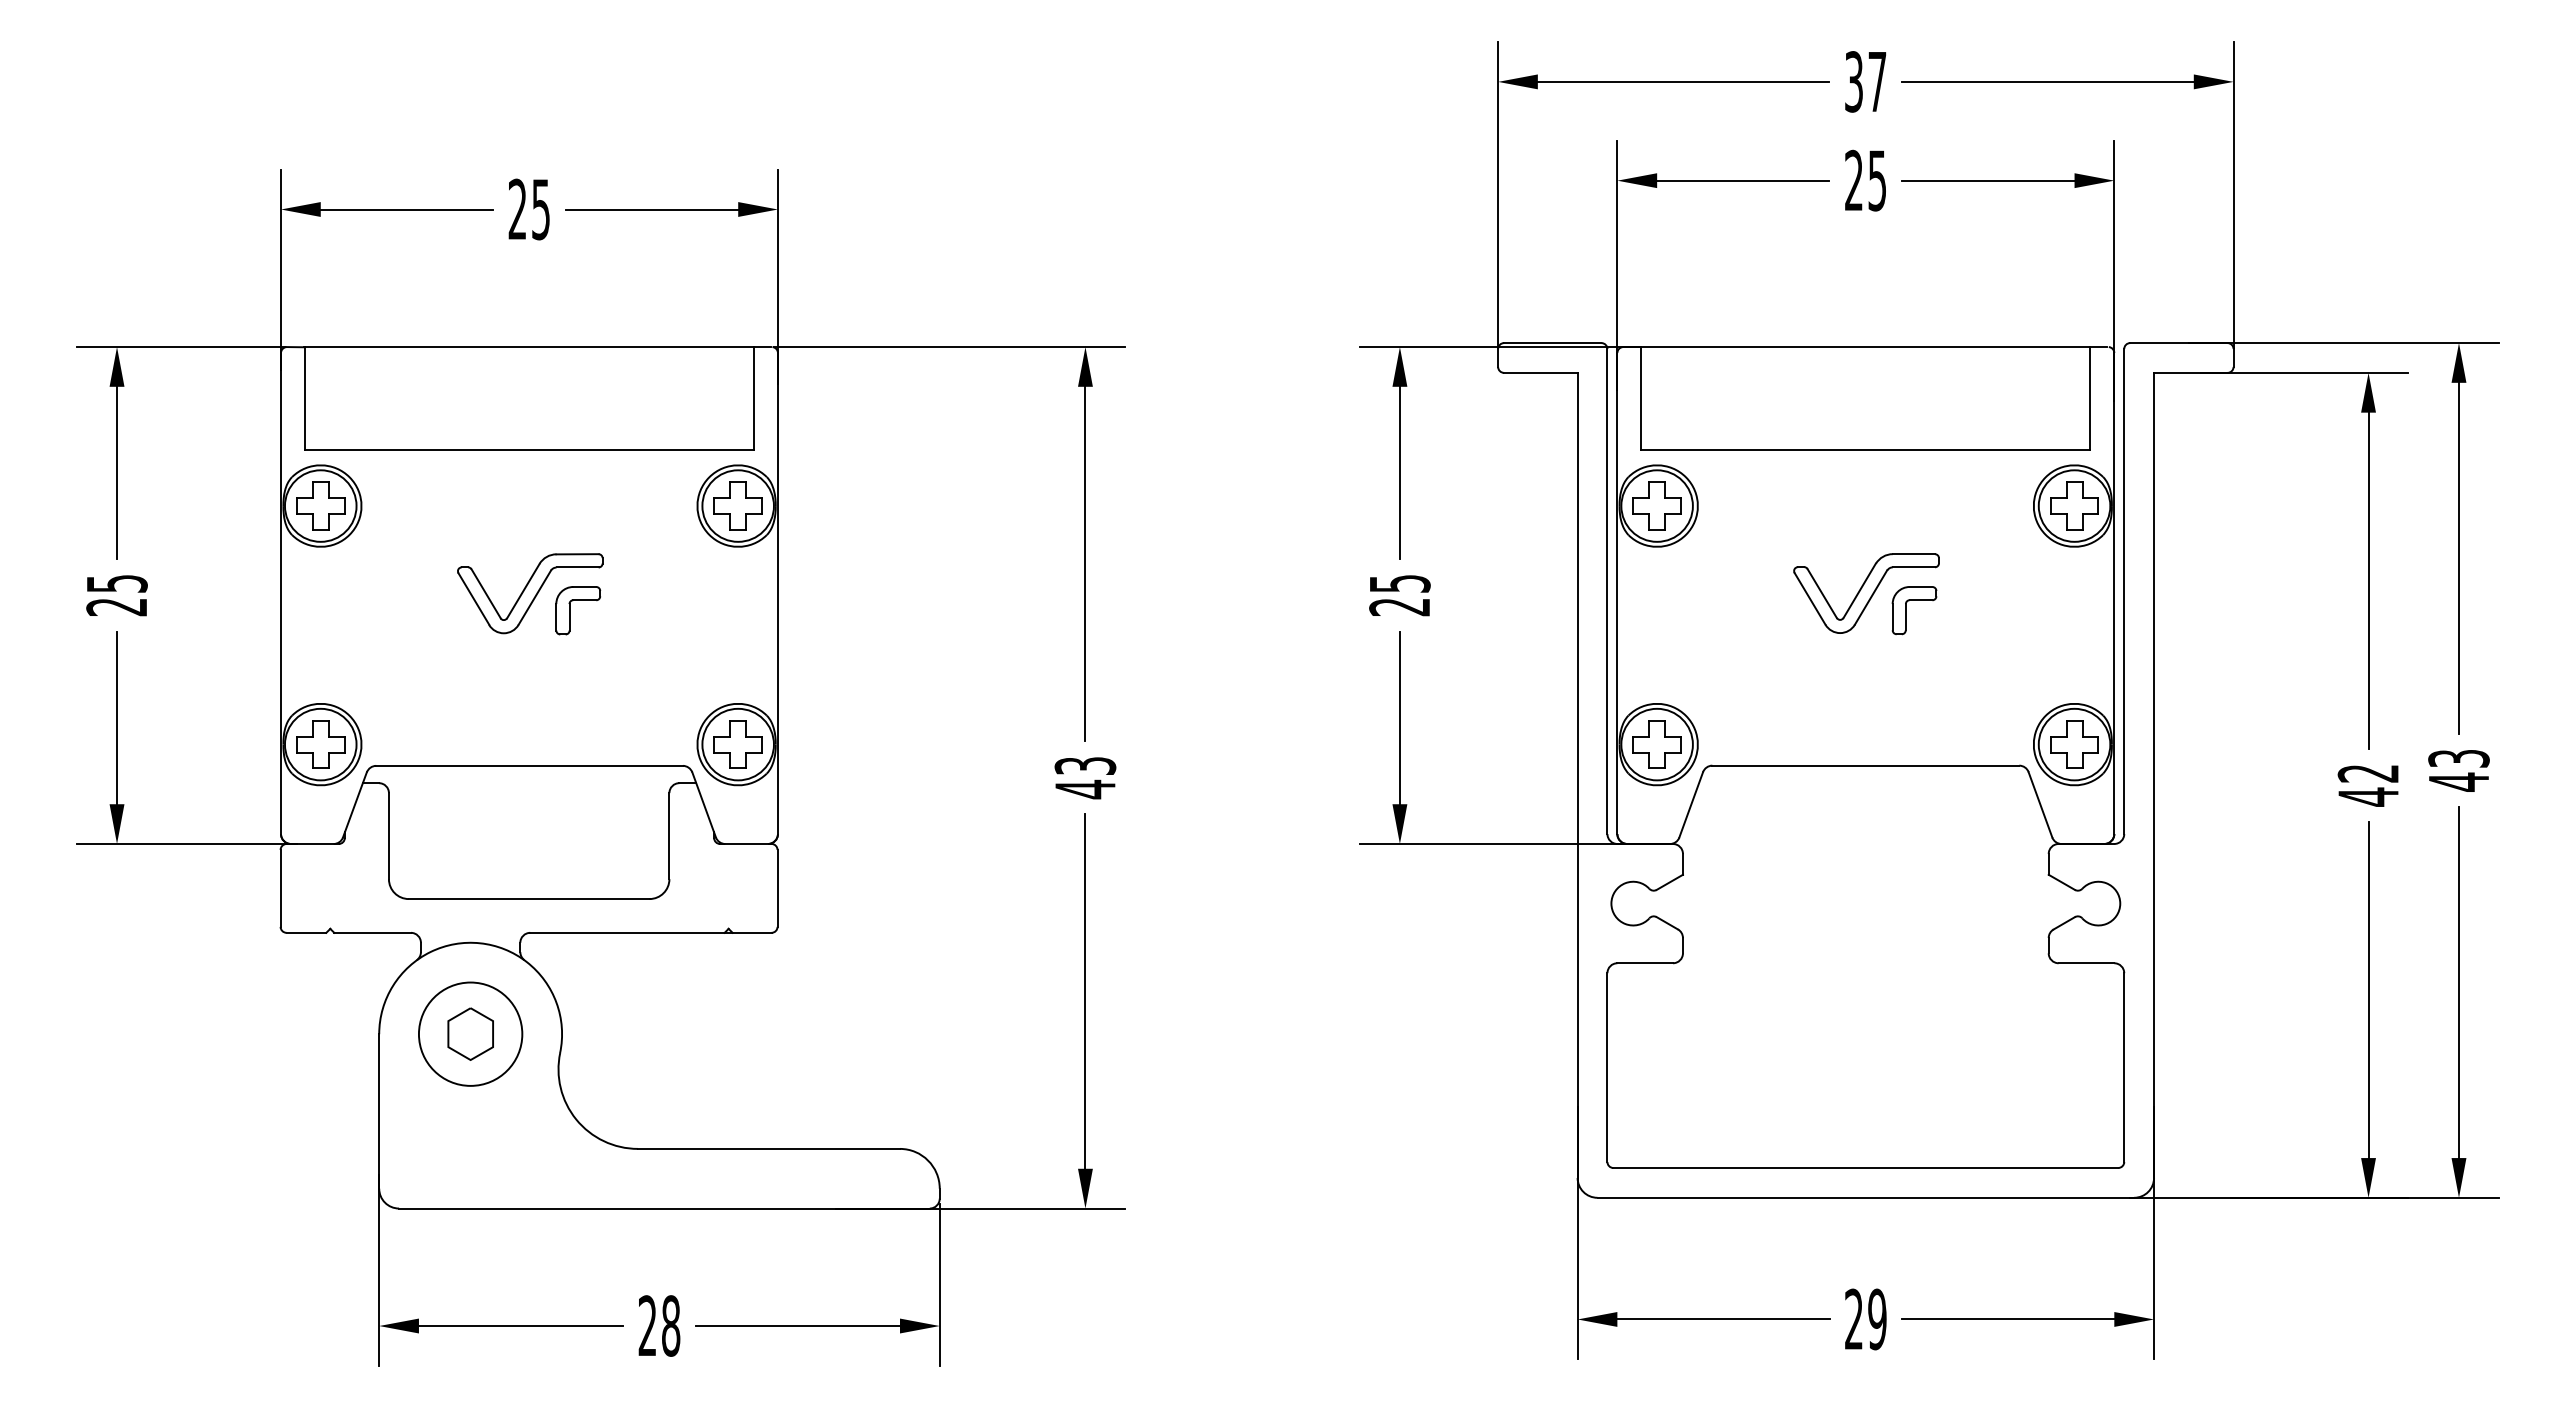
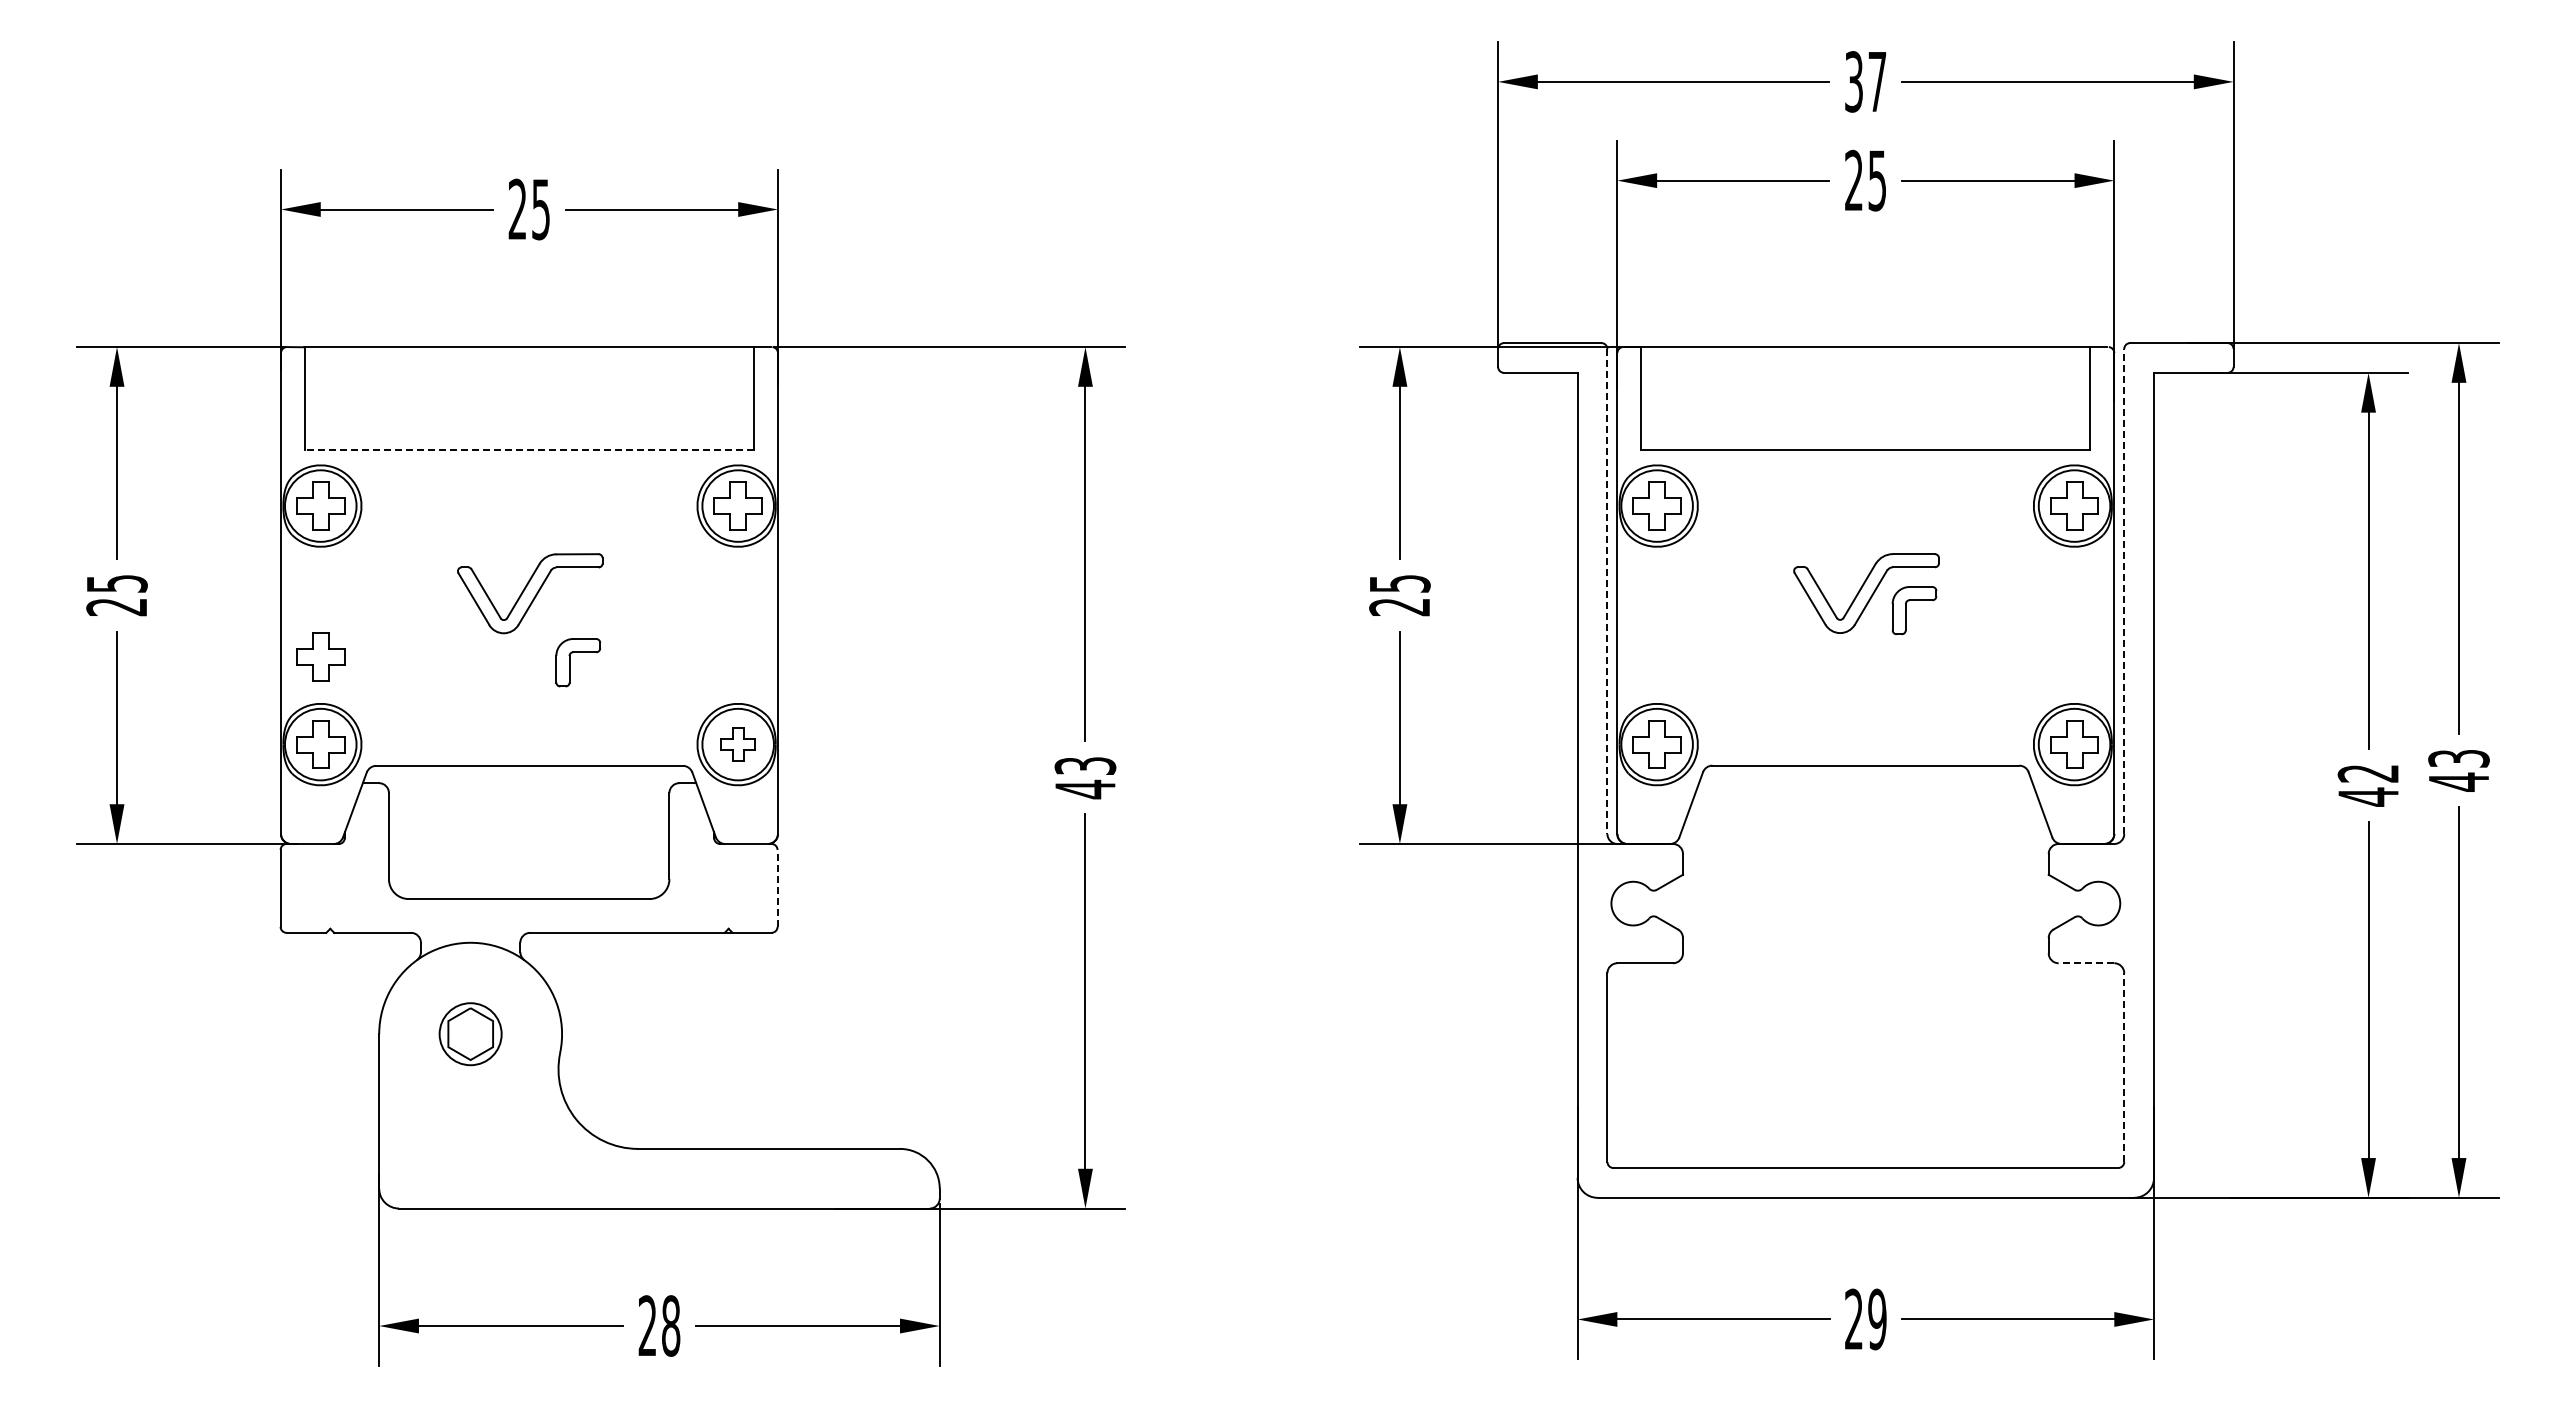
line at (529, 450): solid -> dashed
line at (1607, 591): solid -> dashed
line at (2124, 591): solid -> dashed
part at (570, 610) position: (570, 610) -> (570, 662)
part at (320, 656): none -> present
part at (737, 744) size: 50x49 px -> 36x35 px
line at (777, 887): solid -> dashed
line at (2086, 963): solid -> dashed
circle at (470, 1033) diameter: 103 px -> 62 px
line at (2124, 1067): solid -> dashed
